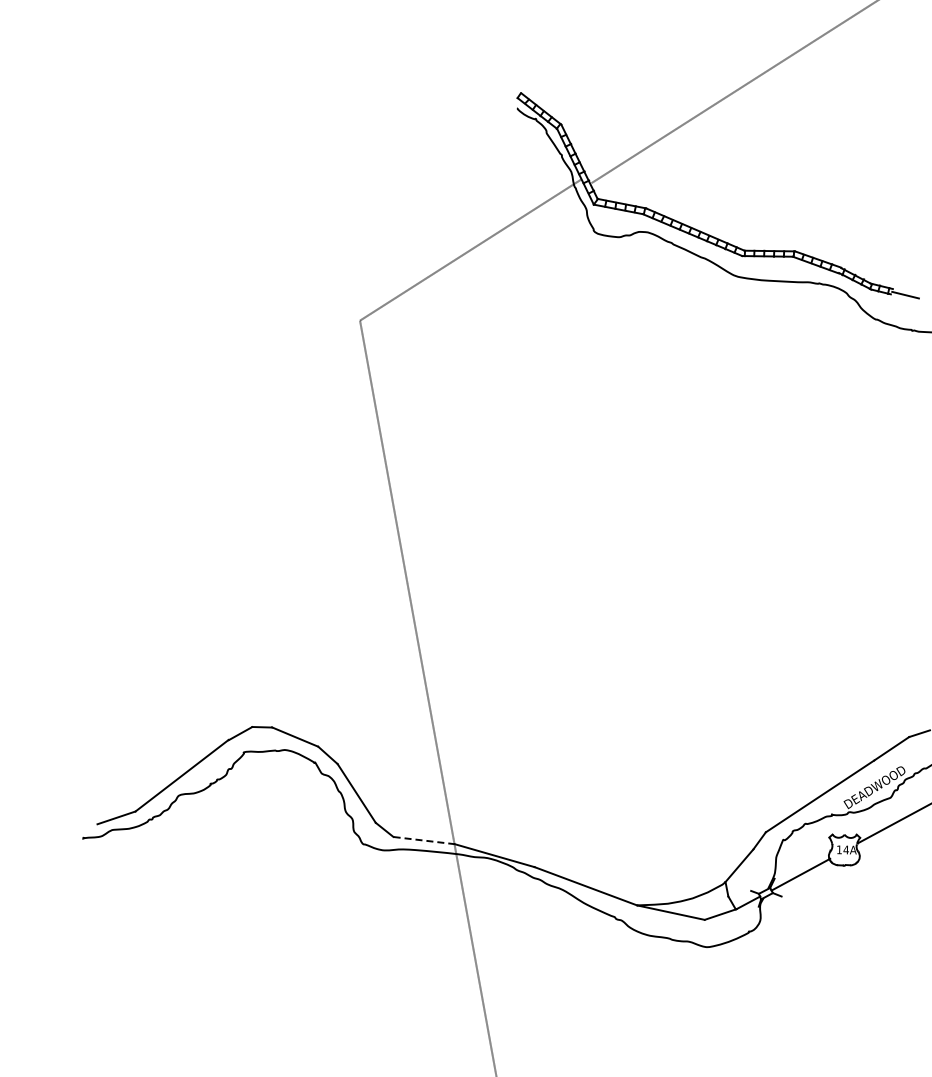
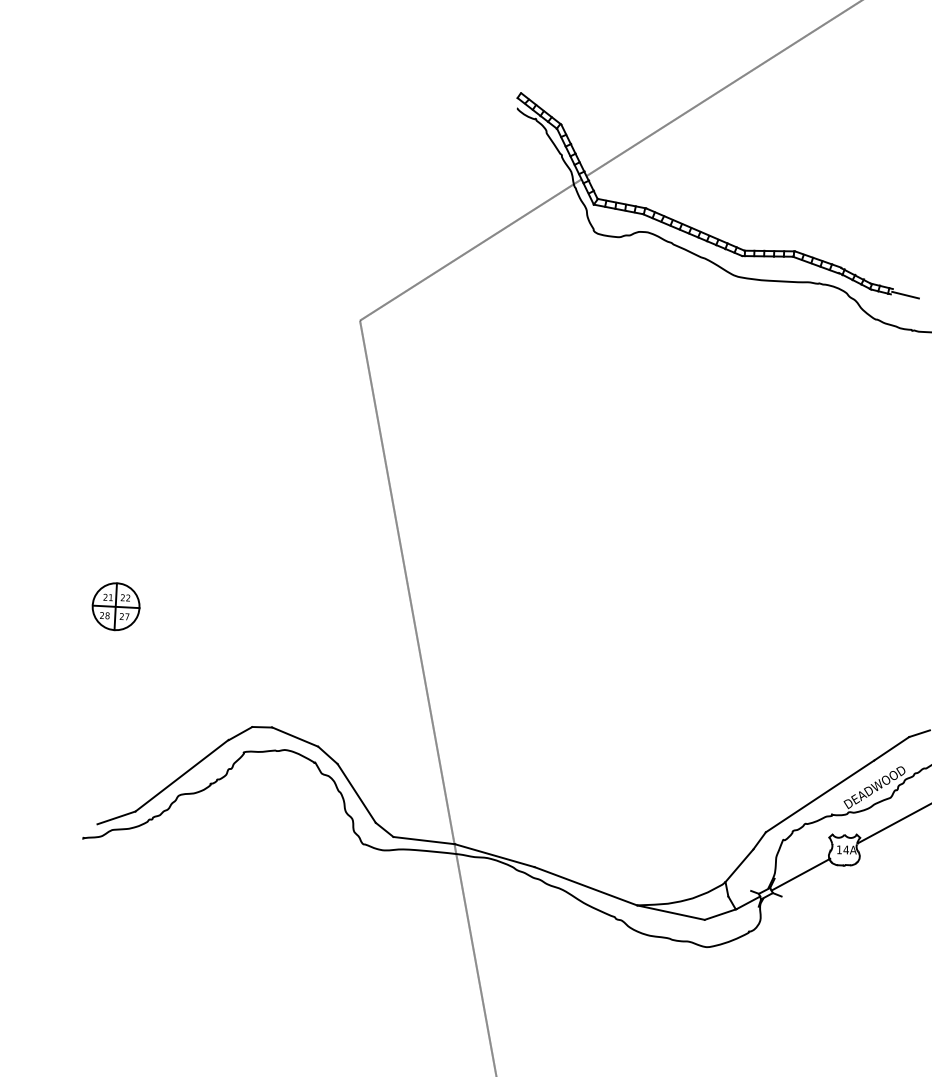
line at (732, 92) position: (732, 92) -> (722, 89)
part at (115, 606): none -> present
line at (423, 840): dashed -> solid
